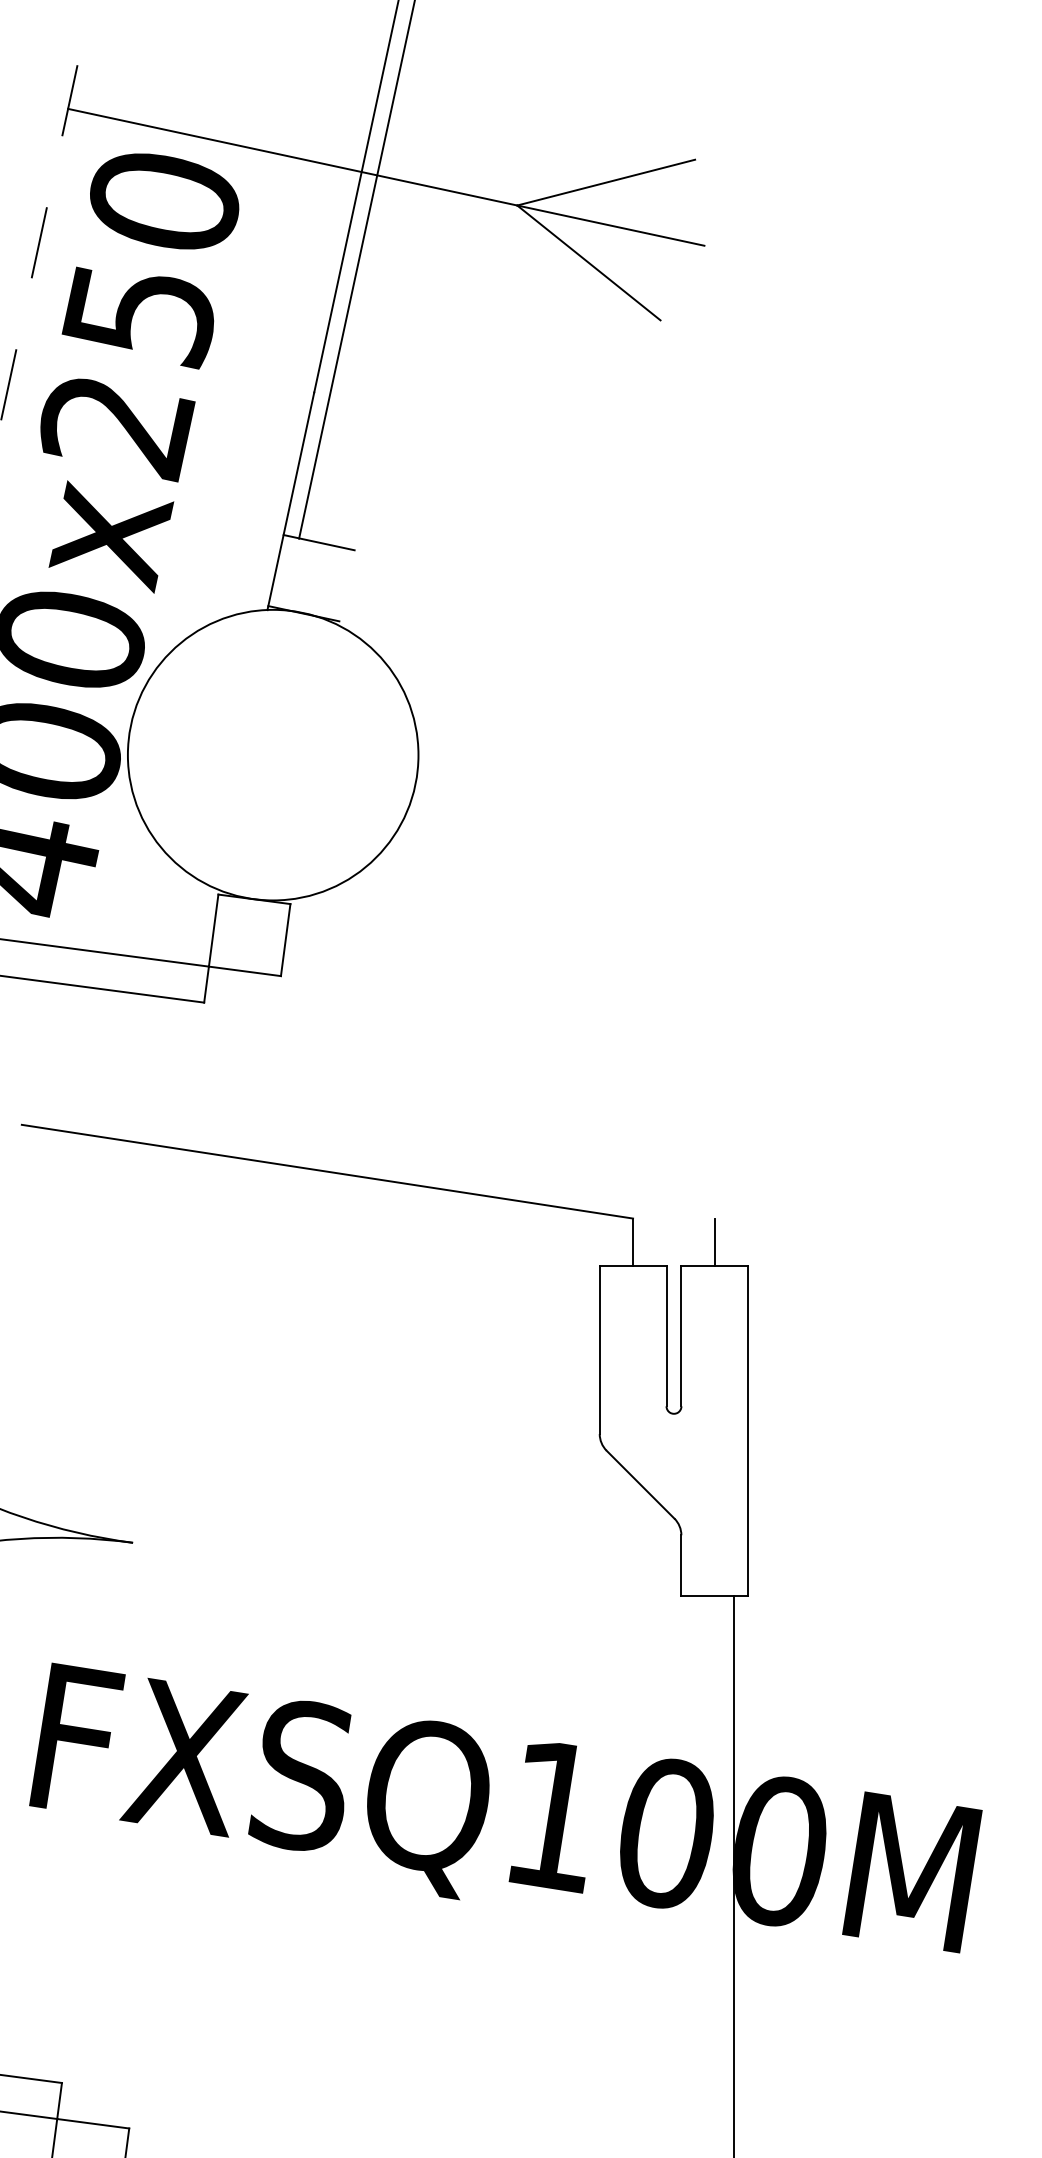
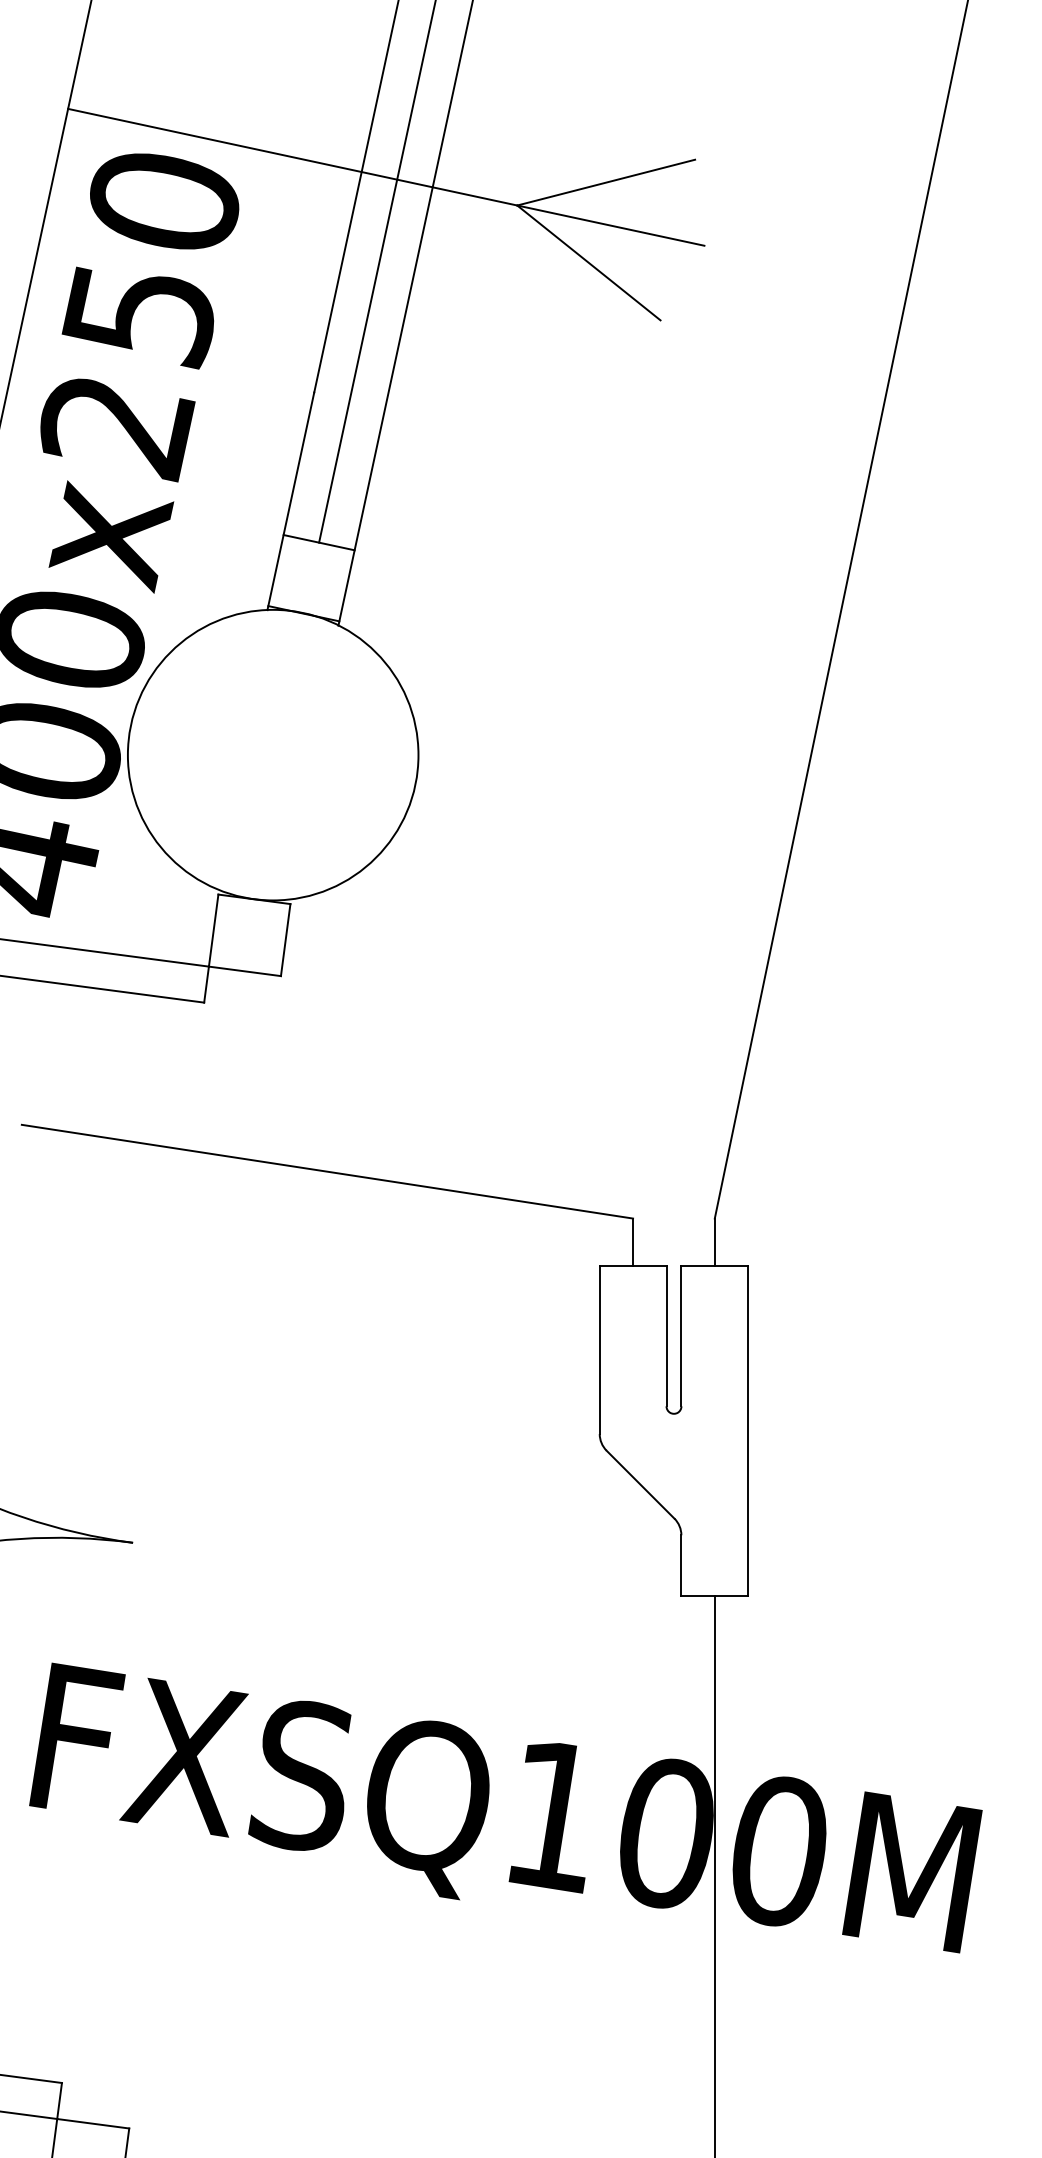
line at (45, 212): dashed -> solid
line at (356, 270) position: (356, 270) -> (377, 272)
line at (405, 313): none -> present
line at (840, 610): none -> present
line at (733, 1875) position: (733, 1875) -> (714, 1875)
